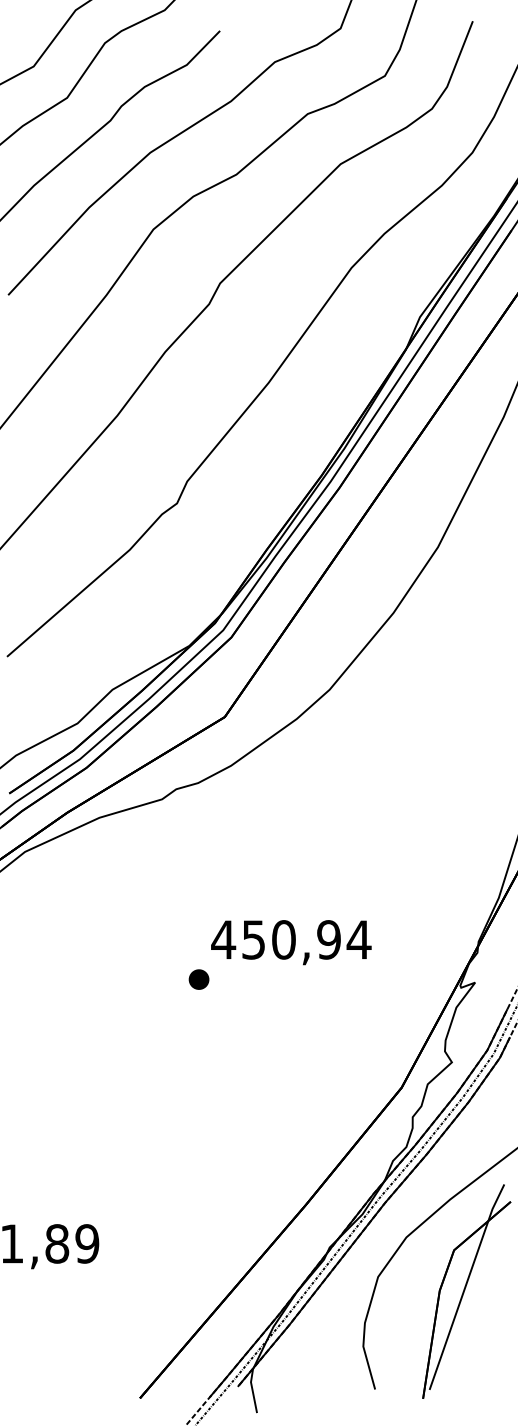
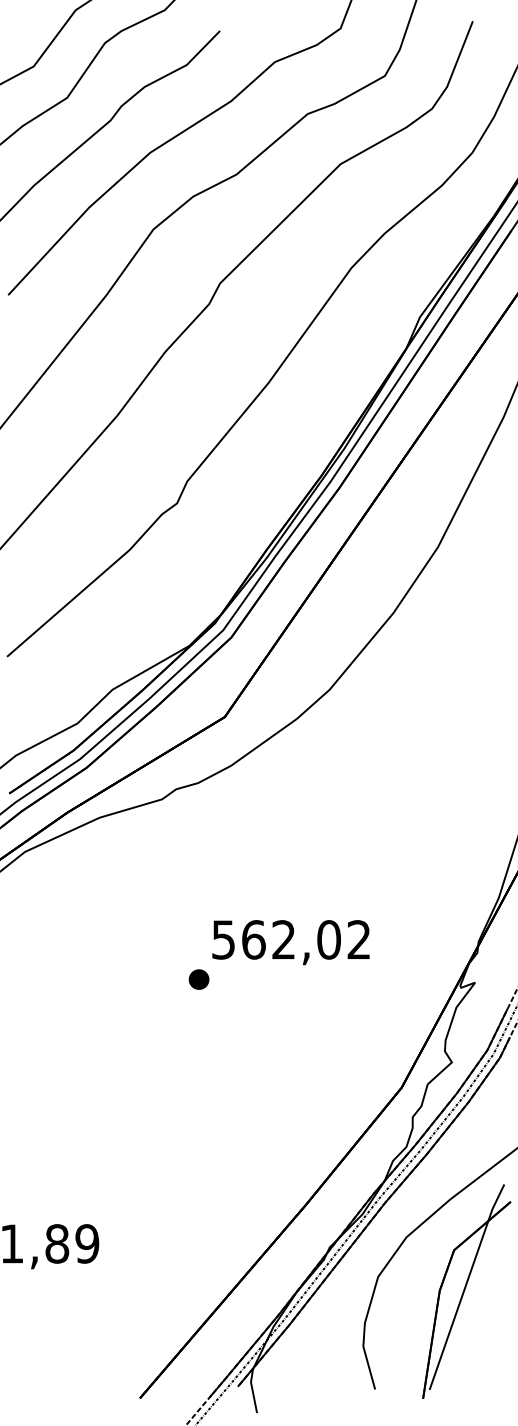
text at (291, 939): 450,94 -> 562,02
